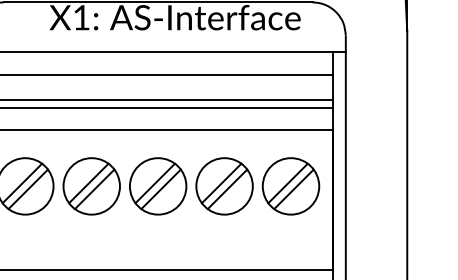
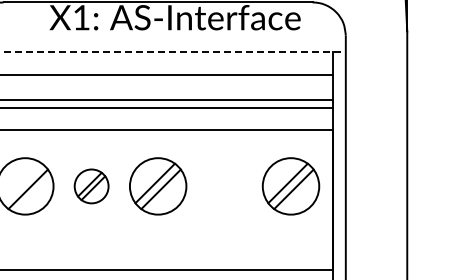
line at (173, 52): solid -> dashed
line at (22, 183): present -> none
part at (91, 186) size: 59x59 px -> 37x37 px
part at (224, 186): present -> none
